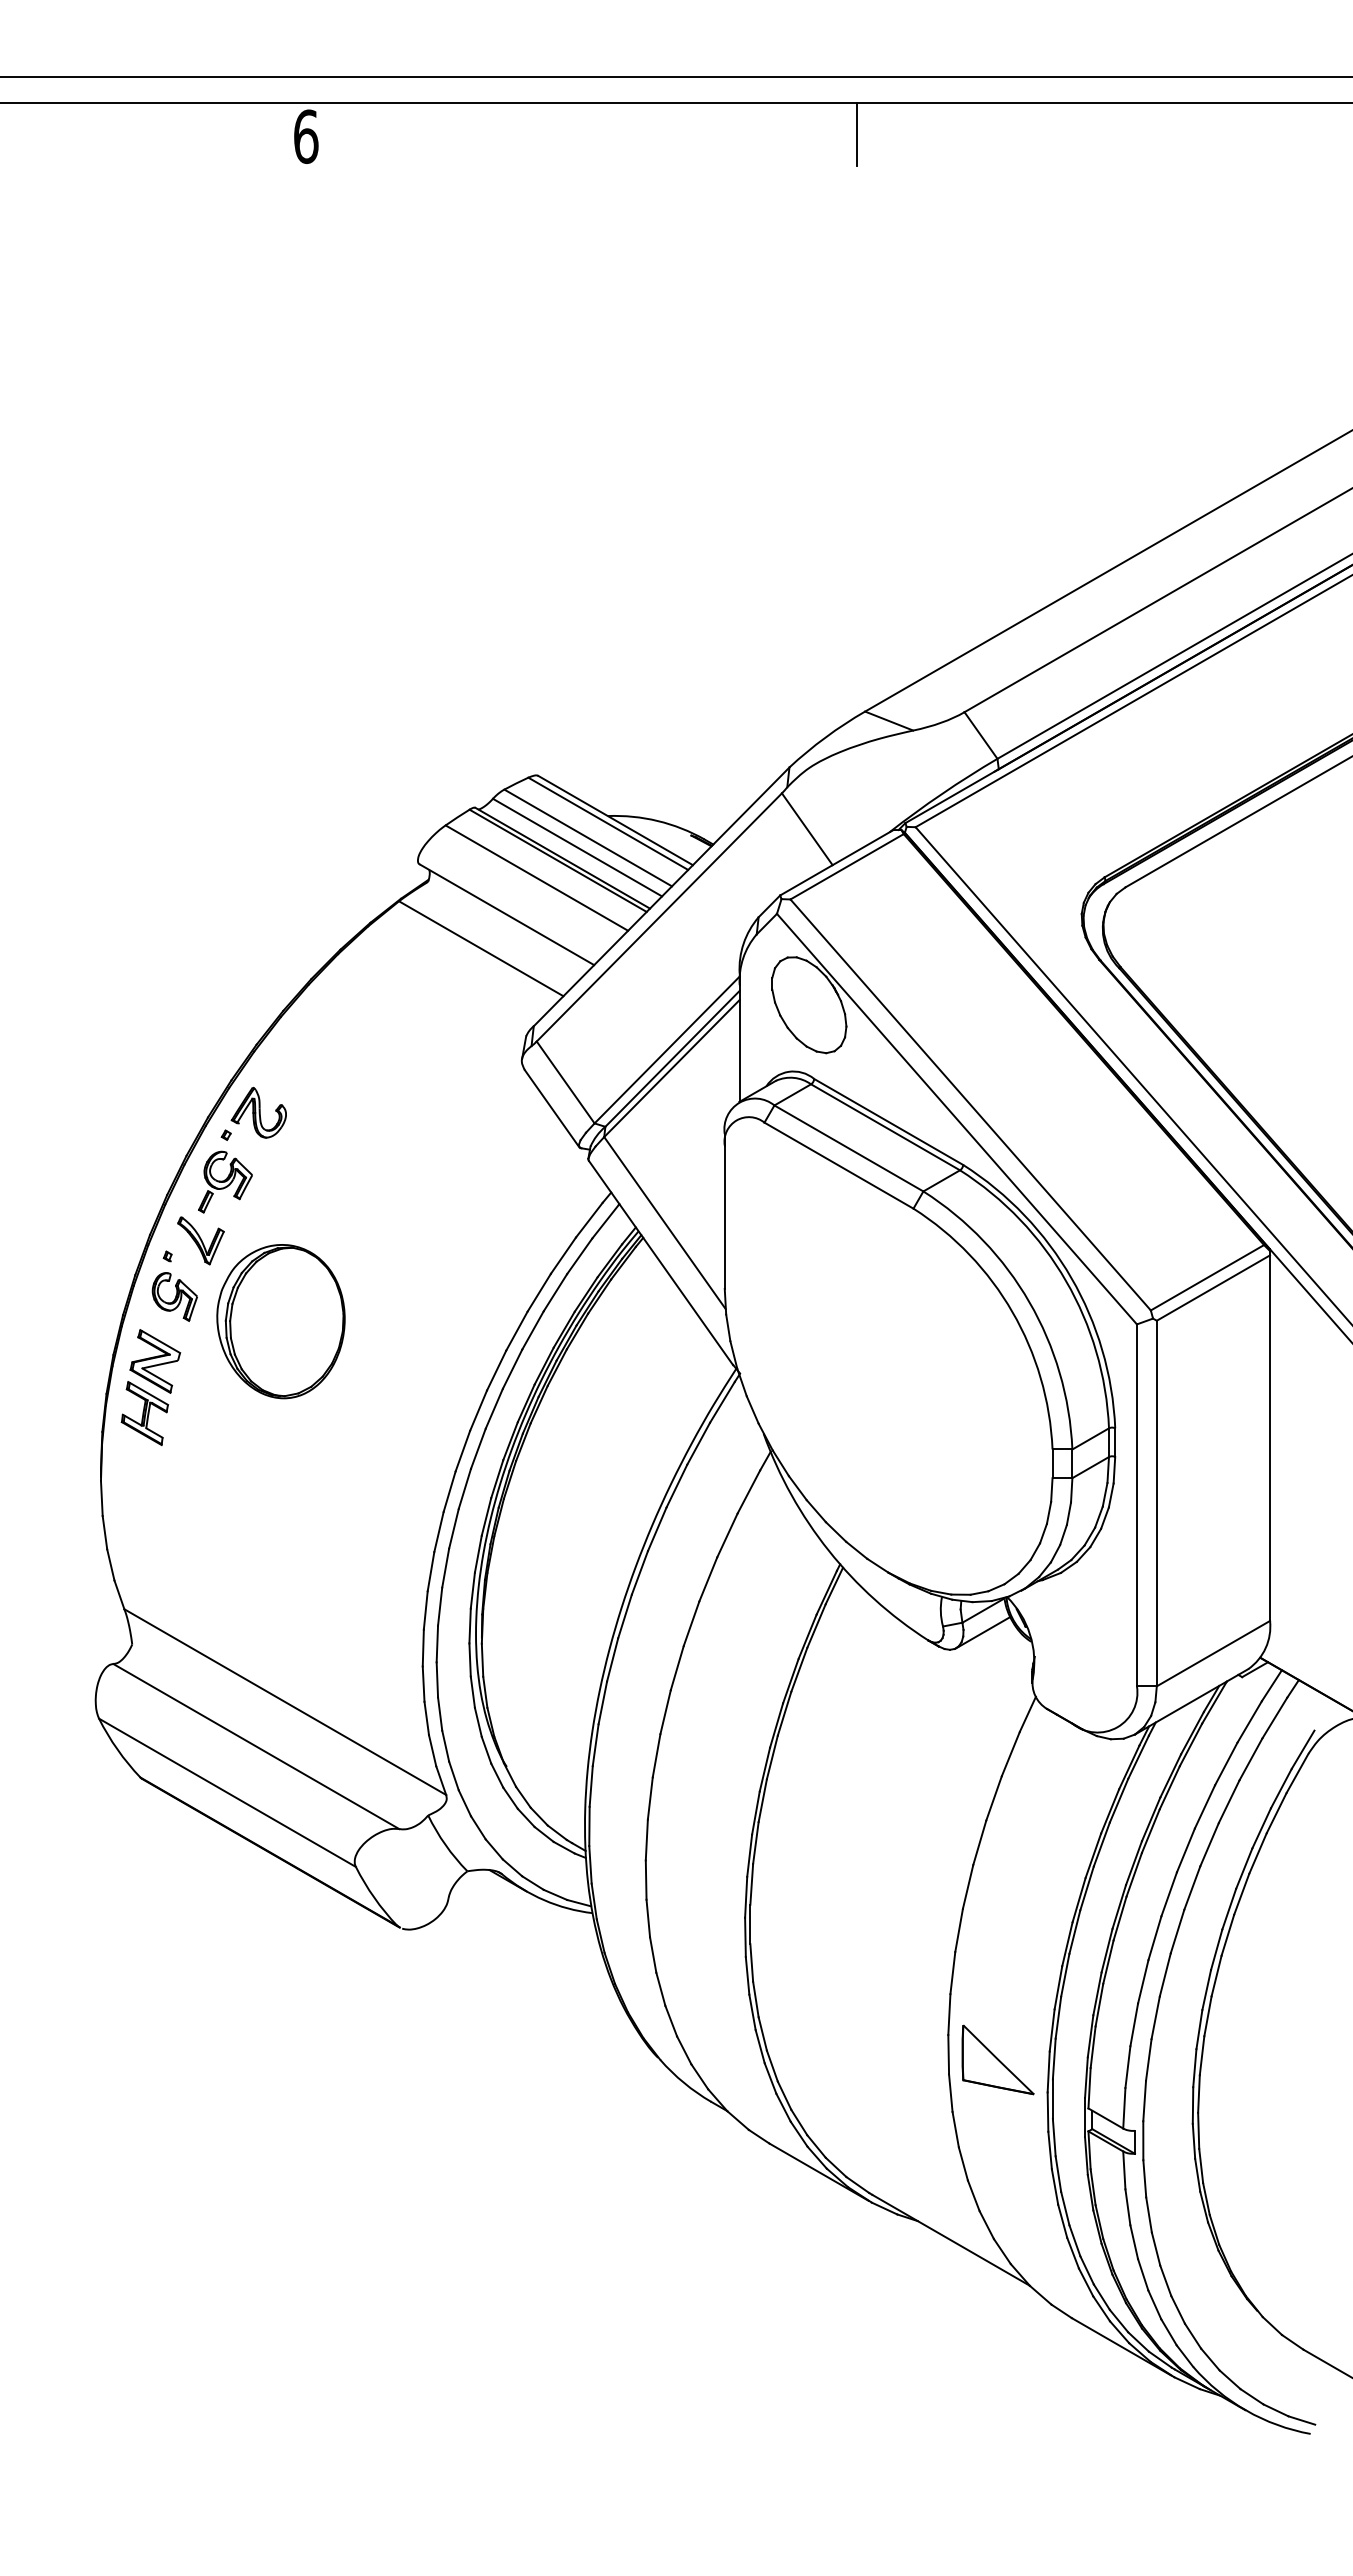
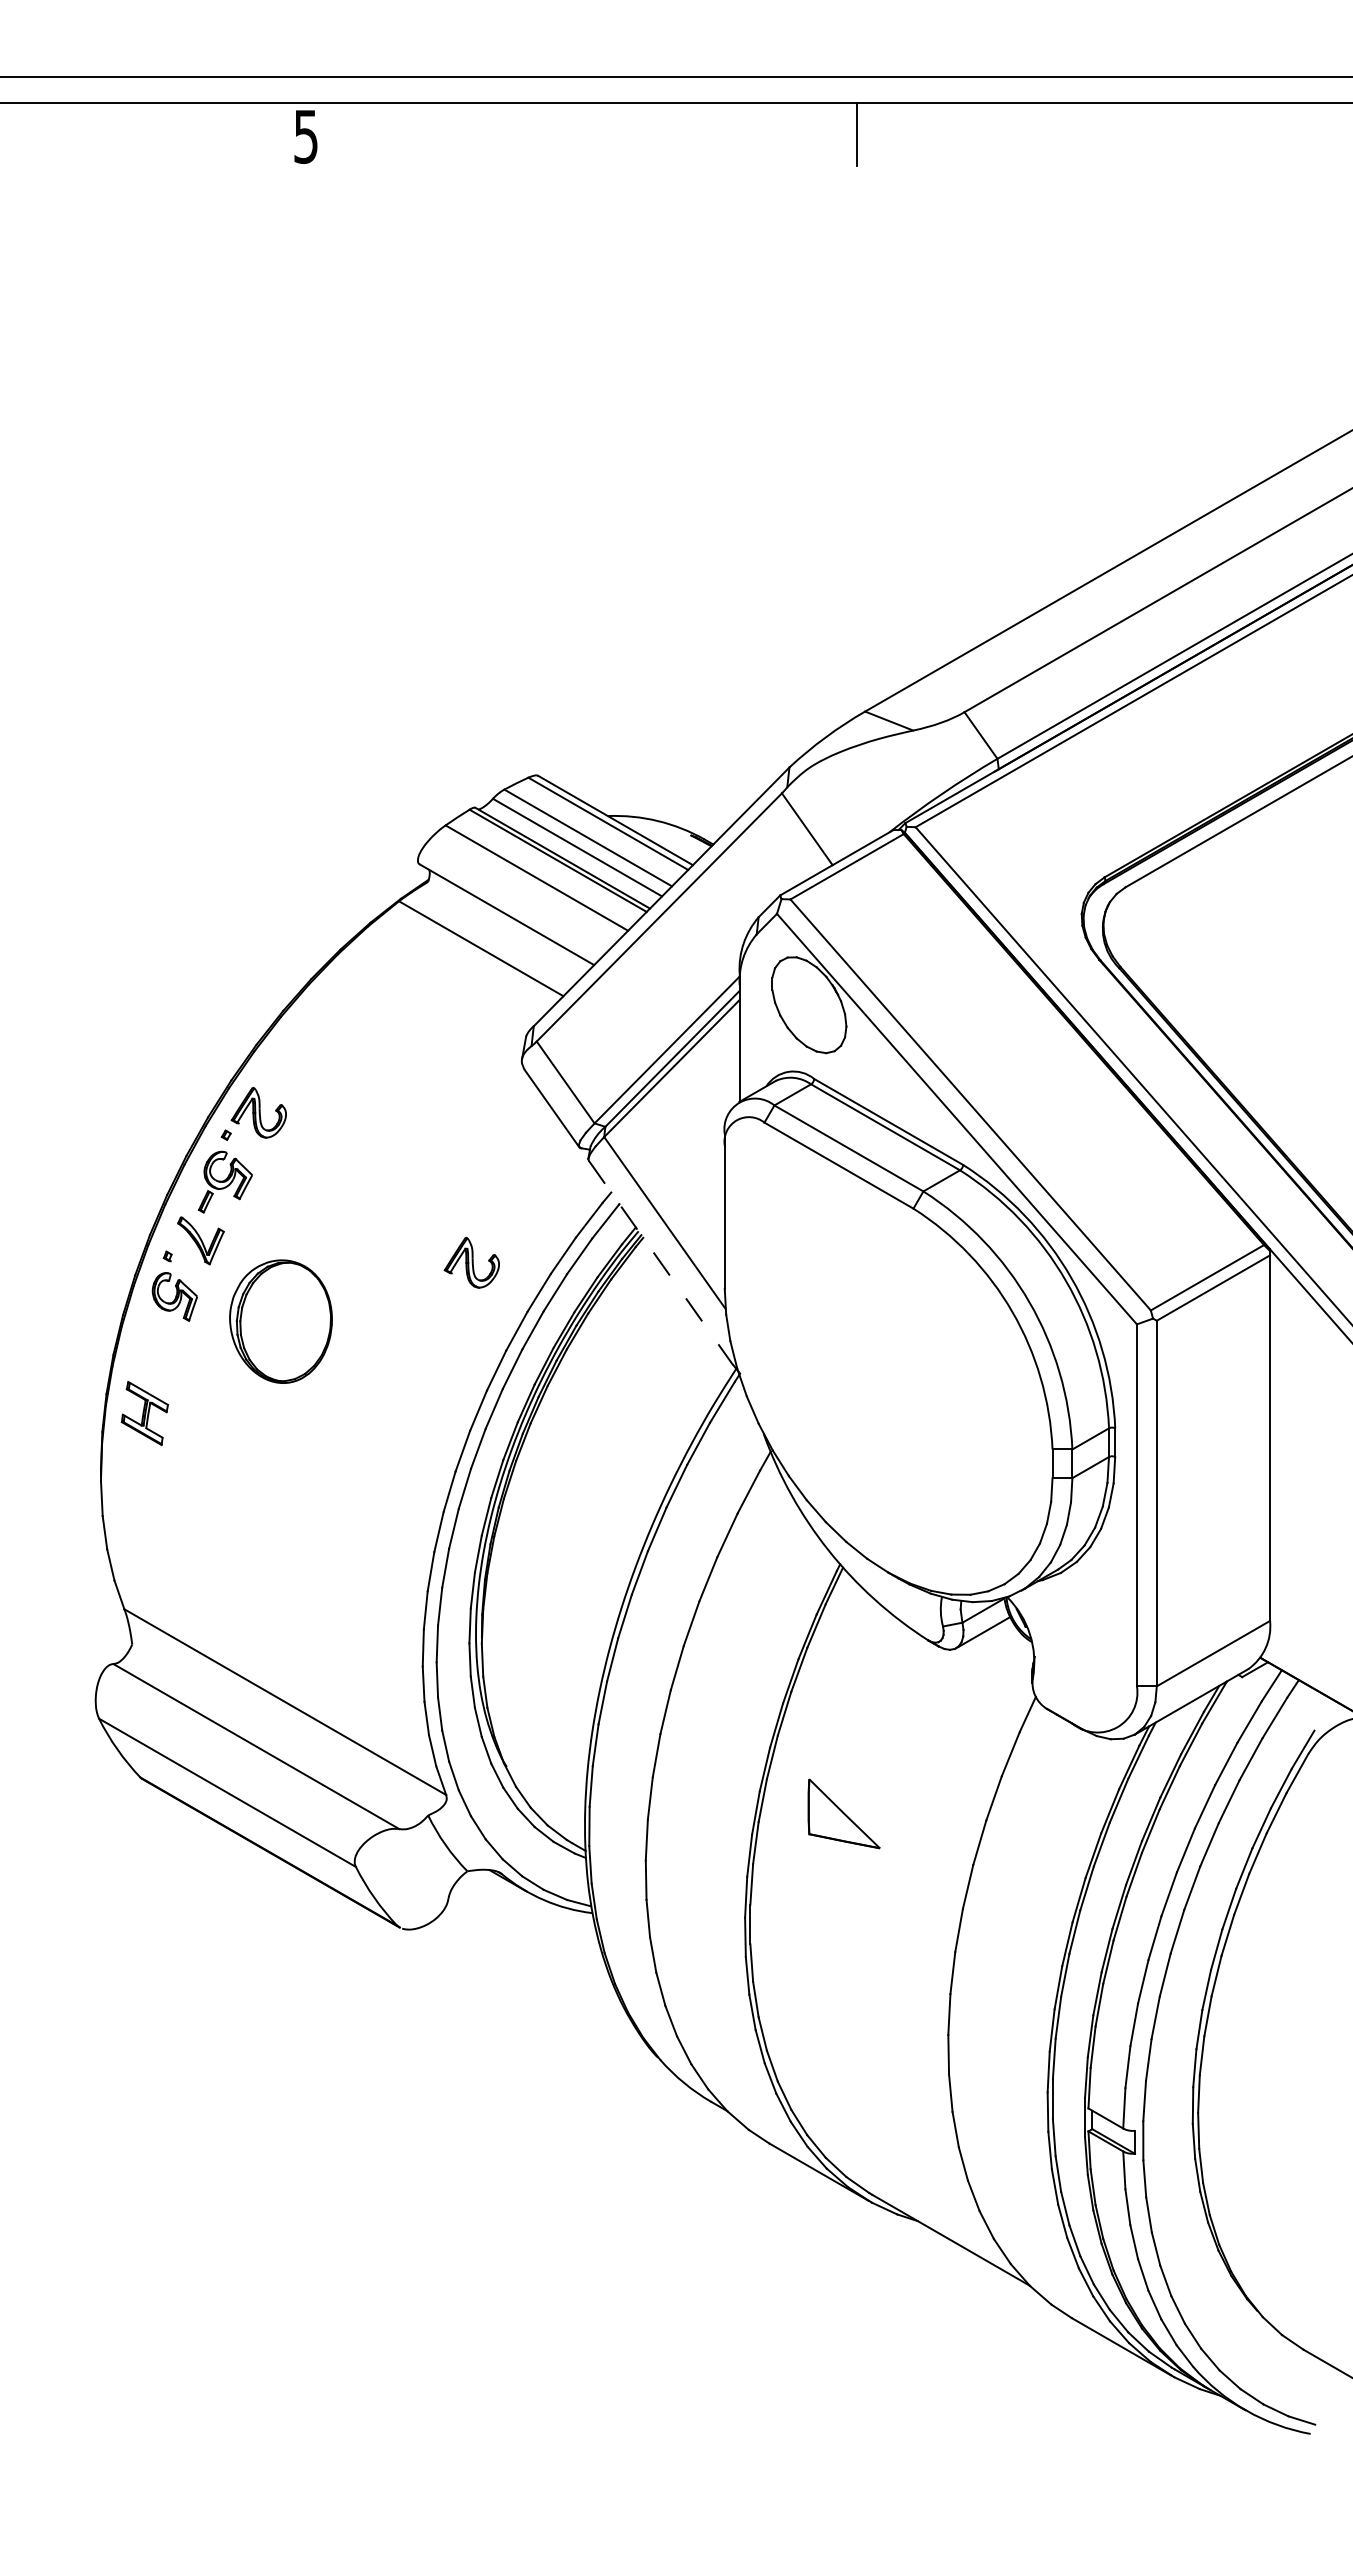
text at (306, 136): 6 -> 5
part at (471, 1262): none -> present
line at (661, 1263): solid -> dashed
part at (280, 1321) size: 130x156 px -> 104x125 px
part at (155, 1361): present -> none
part at (997, 2059) position: (997, 2059) -> (843, 1813)
